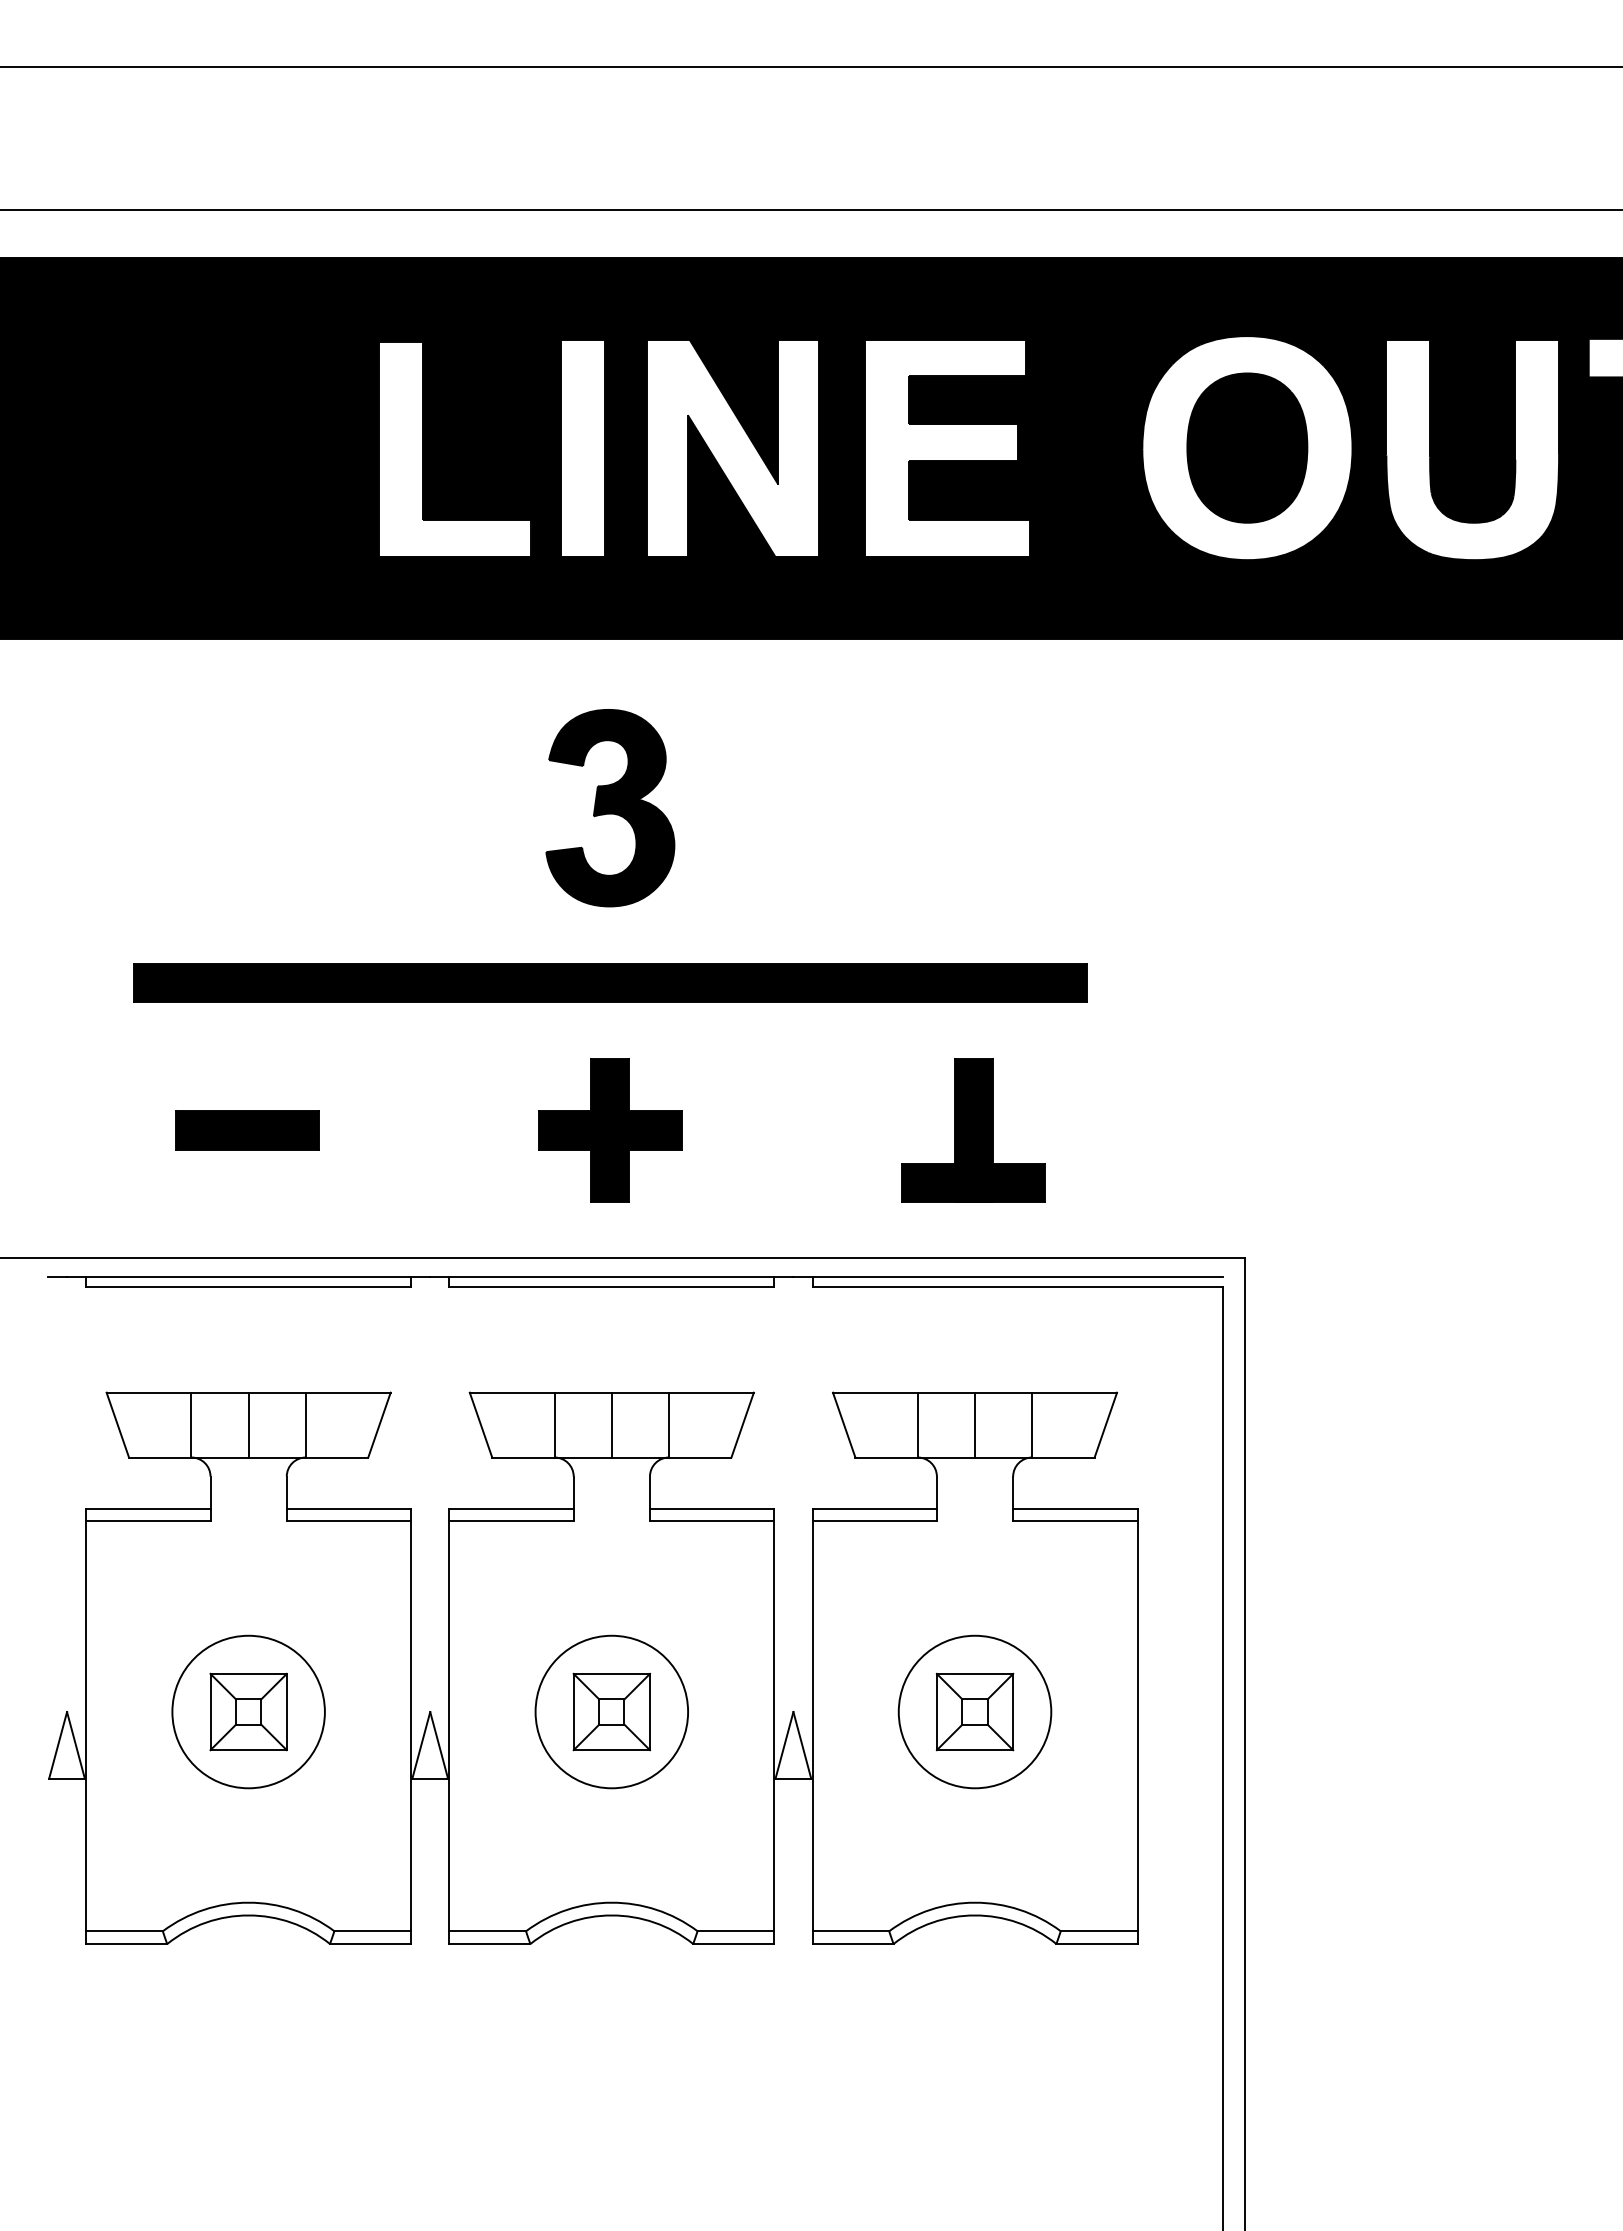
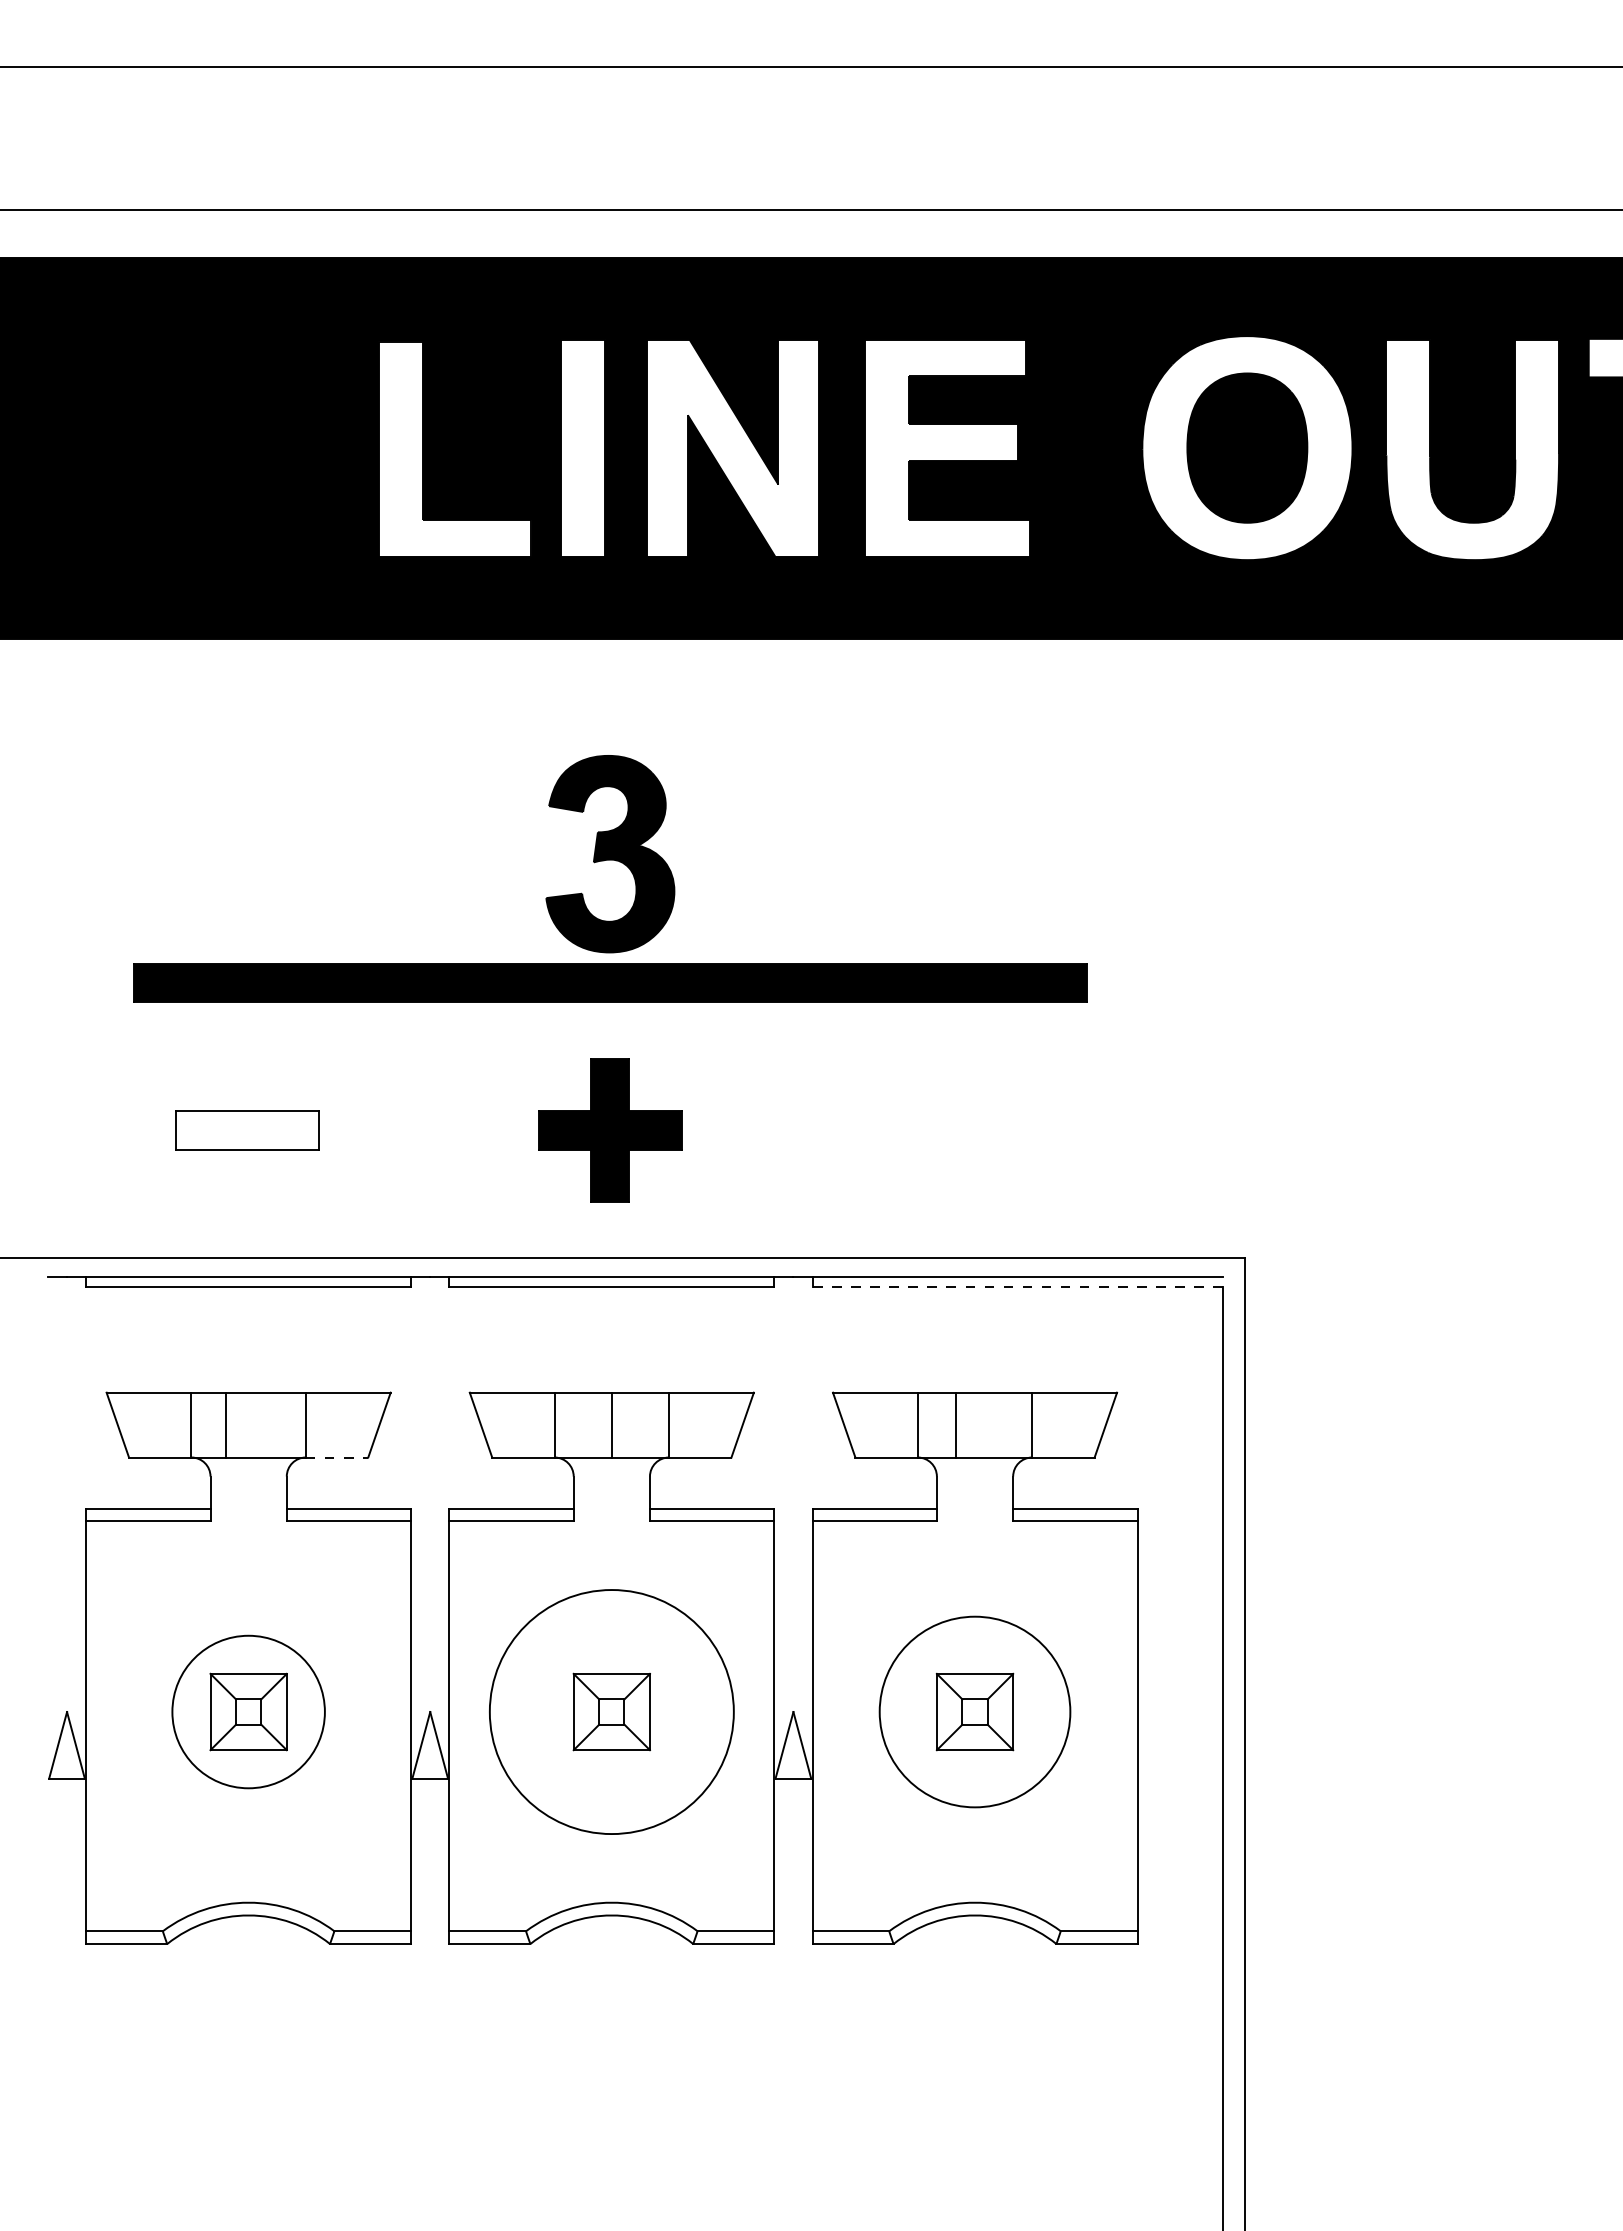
part at (610, 808) position: (610, 808) -> (610, 854)
fill at (246, 1130): present -> none
part at (973, 1130): present -> none
line at (1017, 1286): solid -> dashed
line at (248, 1424) position: (248, 1424) -> (225, 1424)
line at (975, 1424) position: (975, 1424) -> (956, 1424)
line at (337, 1457): solid -> dashed
circle at (611, 1711) diameter: 153 px -> 244 px
circle at (974, 1711) diameter: 153 px -> 191 px
